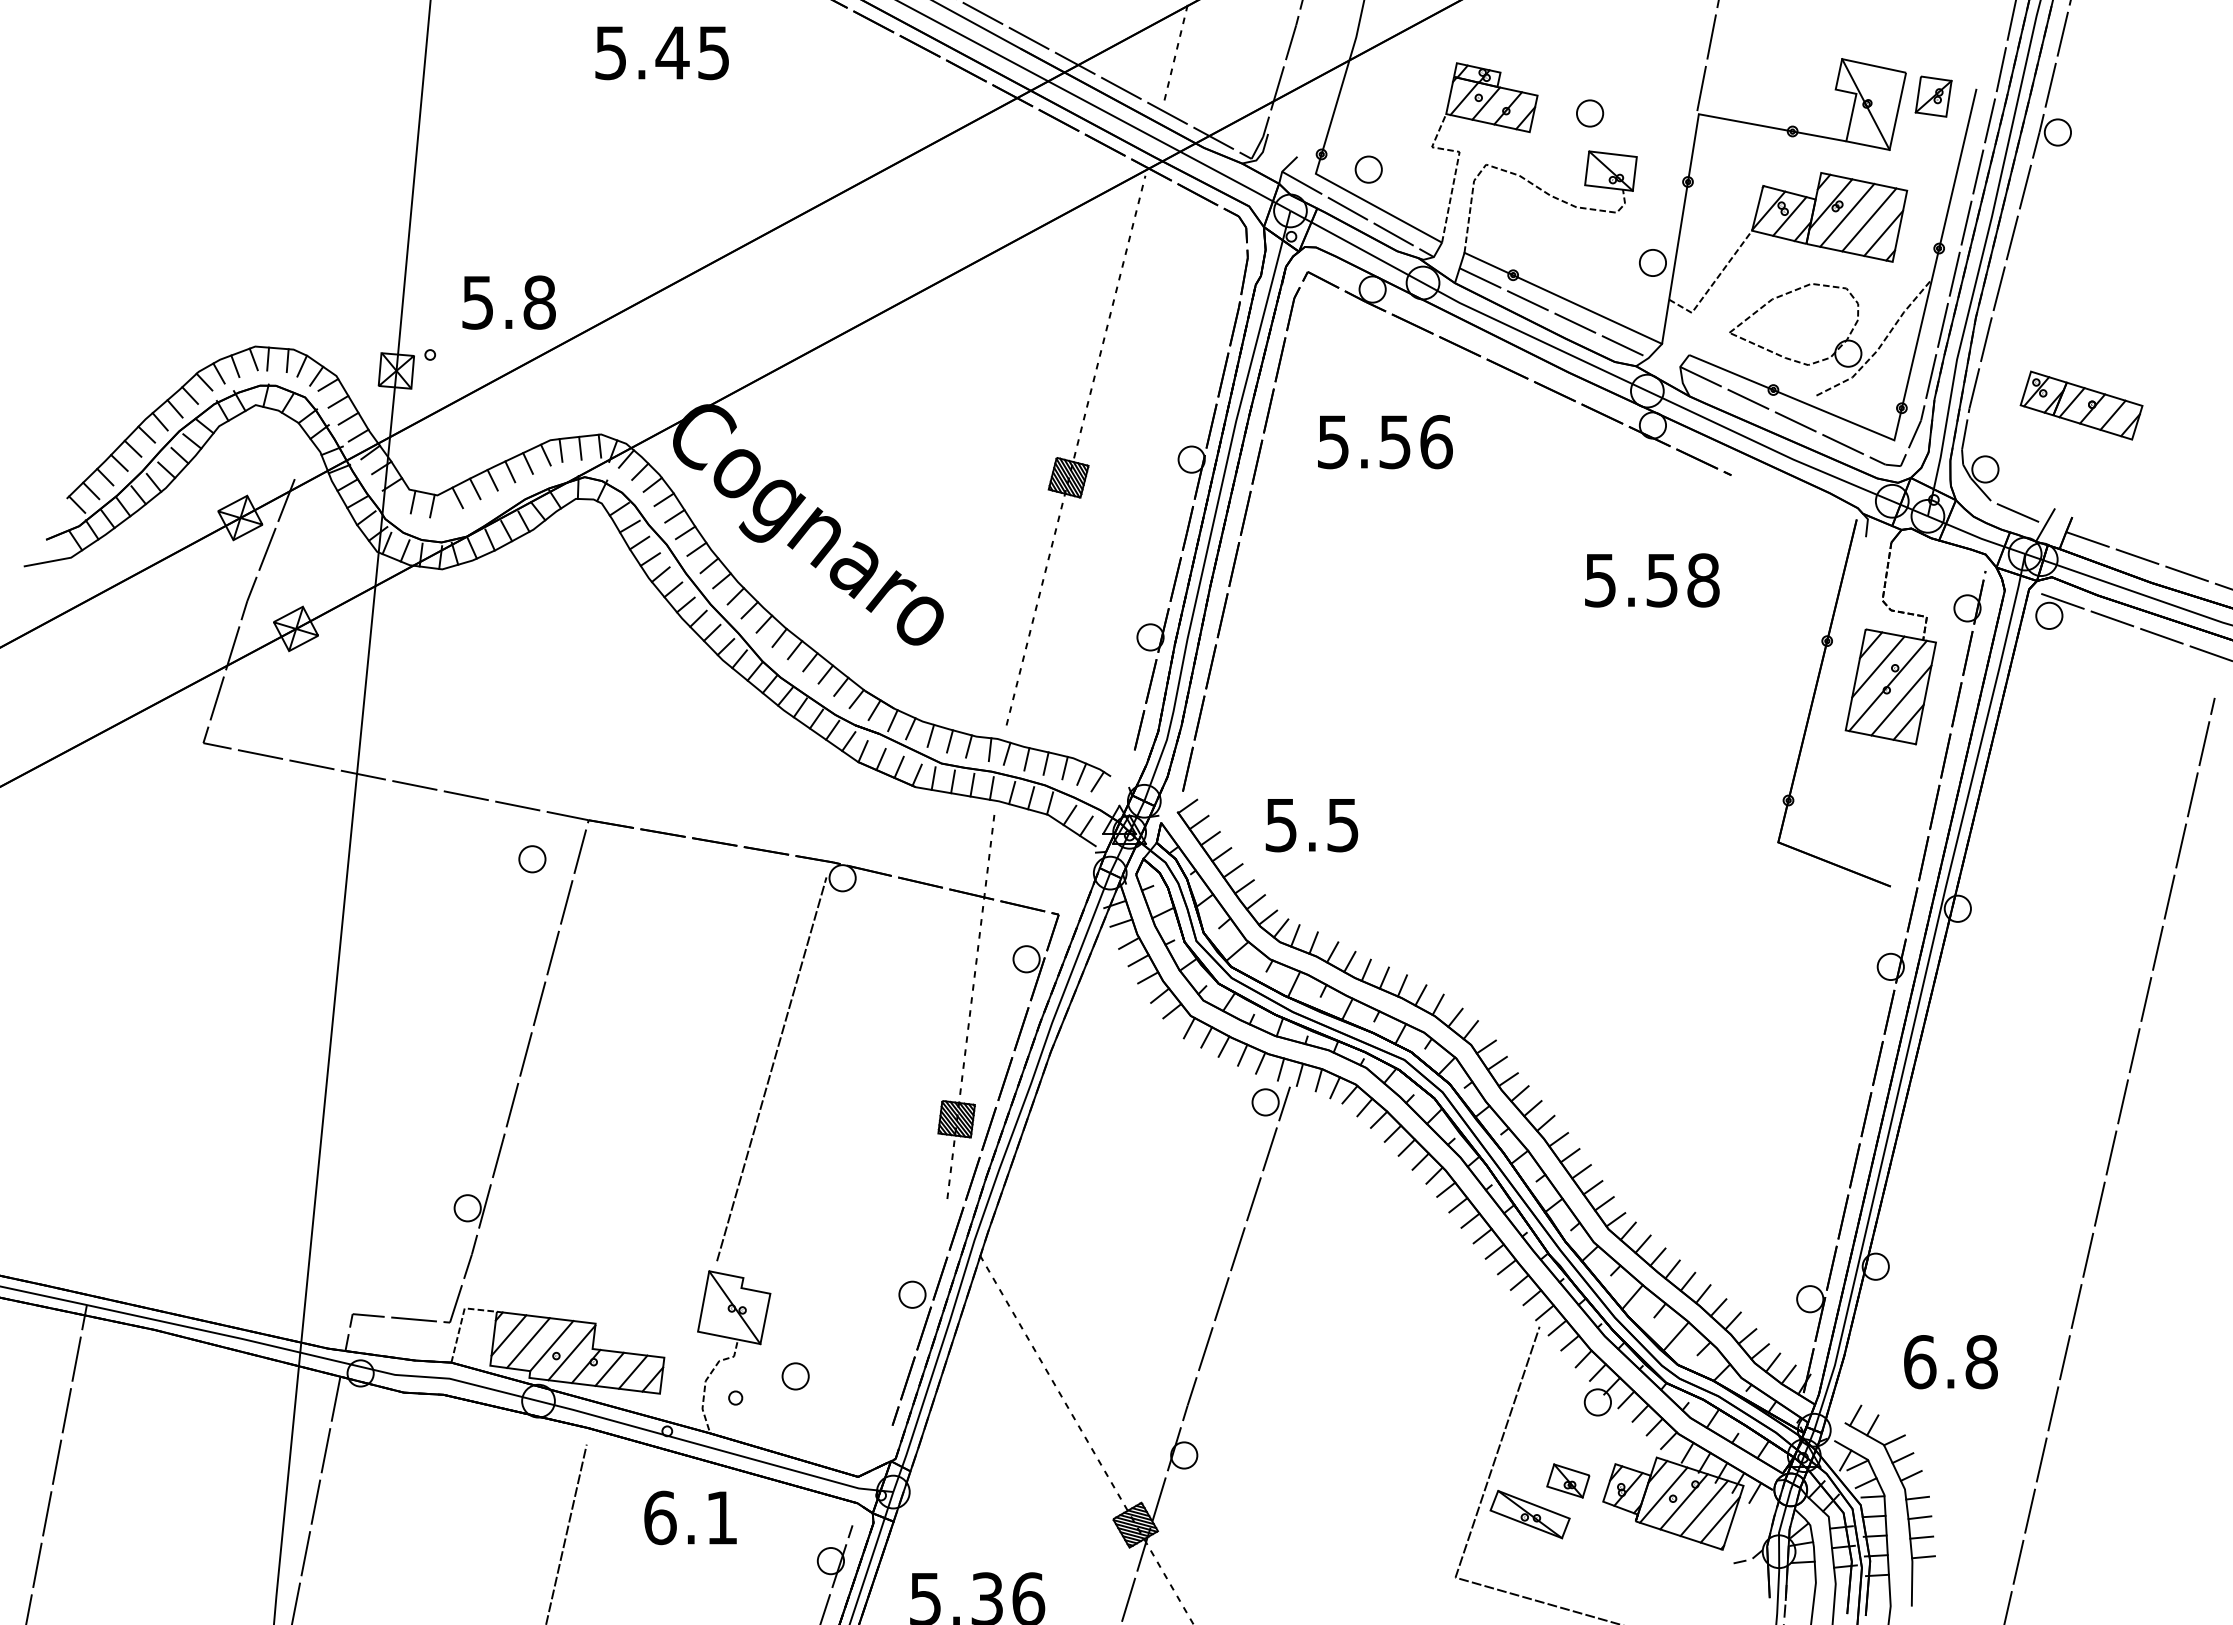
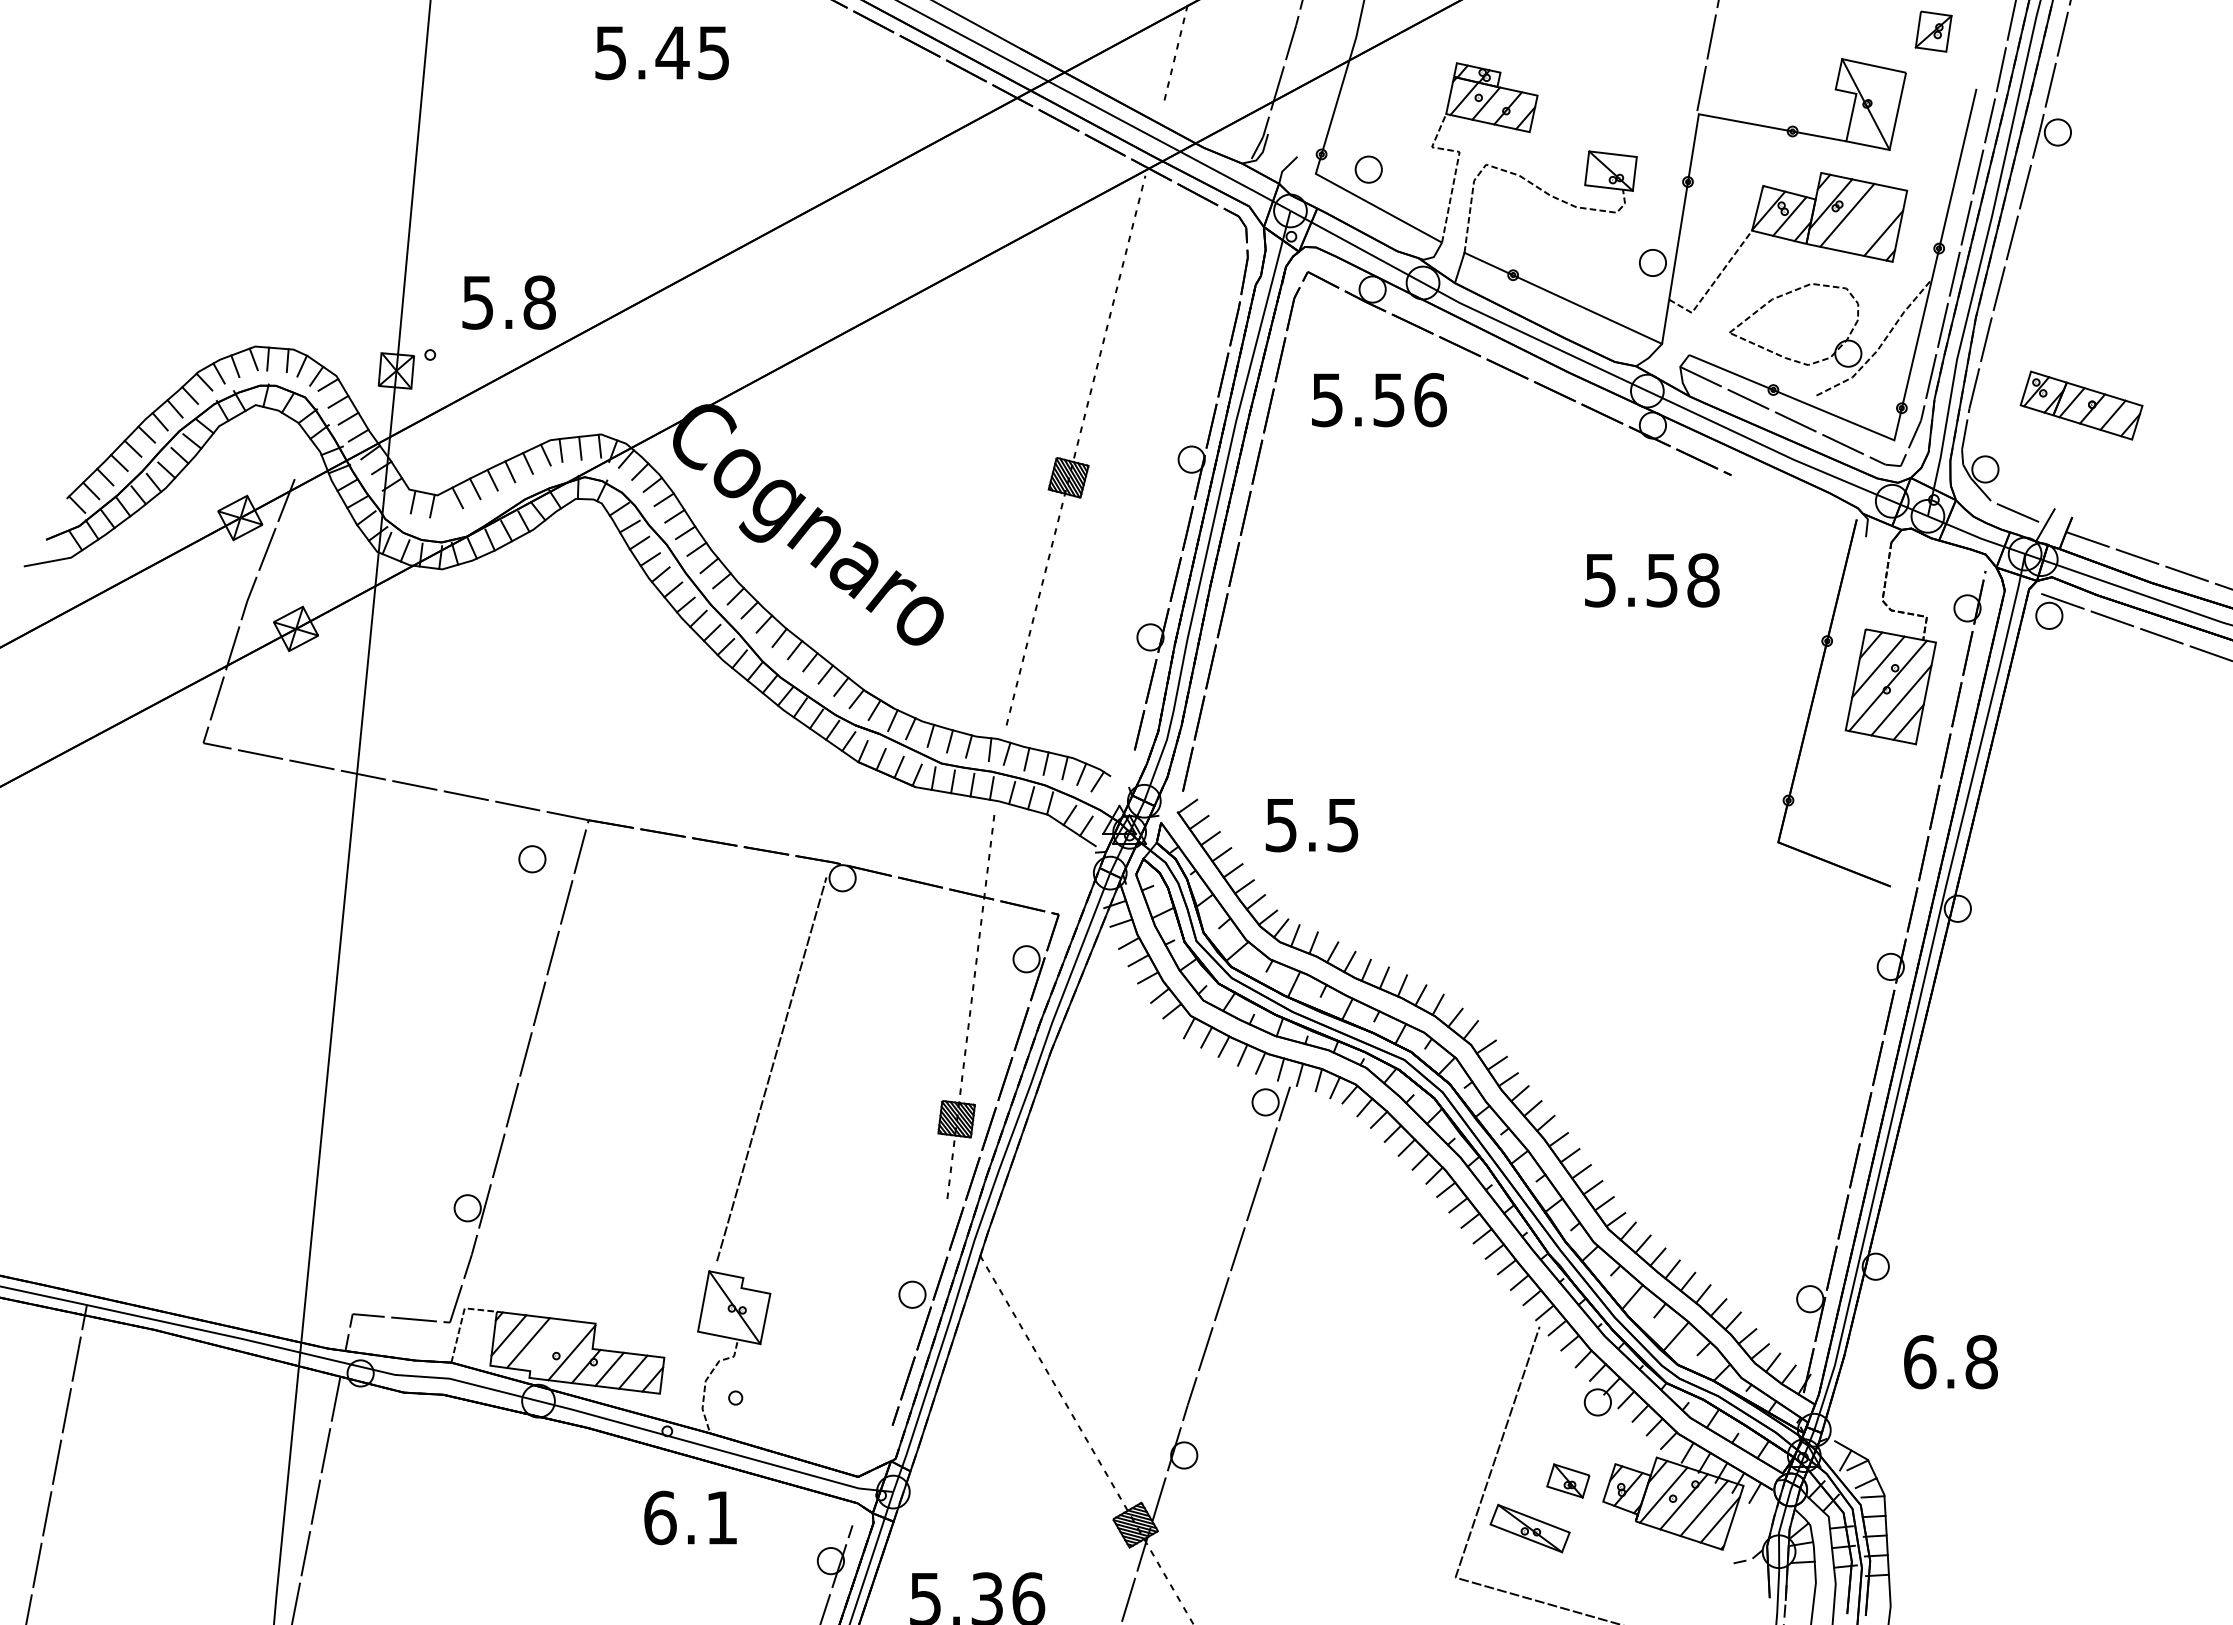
line at (1106, 80): present -> none
part at (1933, 96) position: (1933, 96) -> (1933, 31)
part at (1590, 113): present -> none
line at (1357, 214): present -> none
line at (1869, 219): present -> none
line at (1553, 313): present -> none
text at (1385, 442) position: (1385, 442) -> (1379, 400)
line at (2109, 1159): present -> none
line at (551, 1346): present -> none
part at (795, 1376): present -> none
part at (1905, 1504): present -> none
part at (1529, 1514) position: (1529, 1514) -> (1529, 1528)
line at (566, 1532): present -> none
